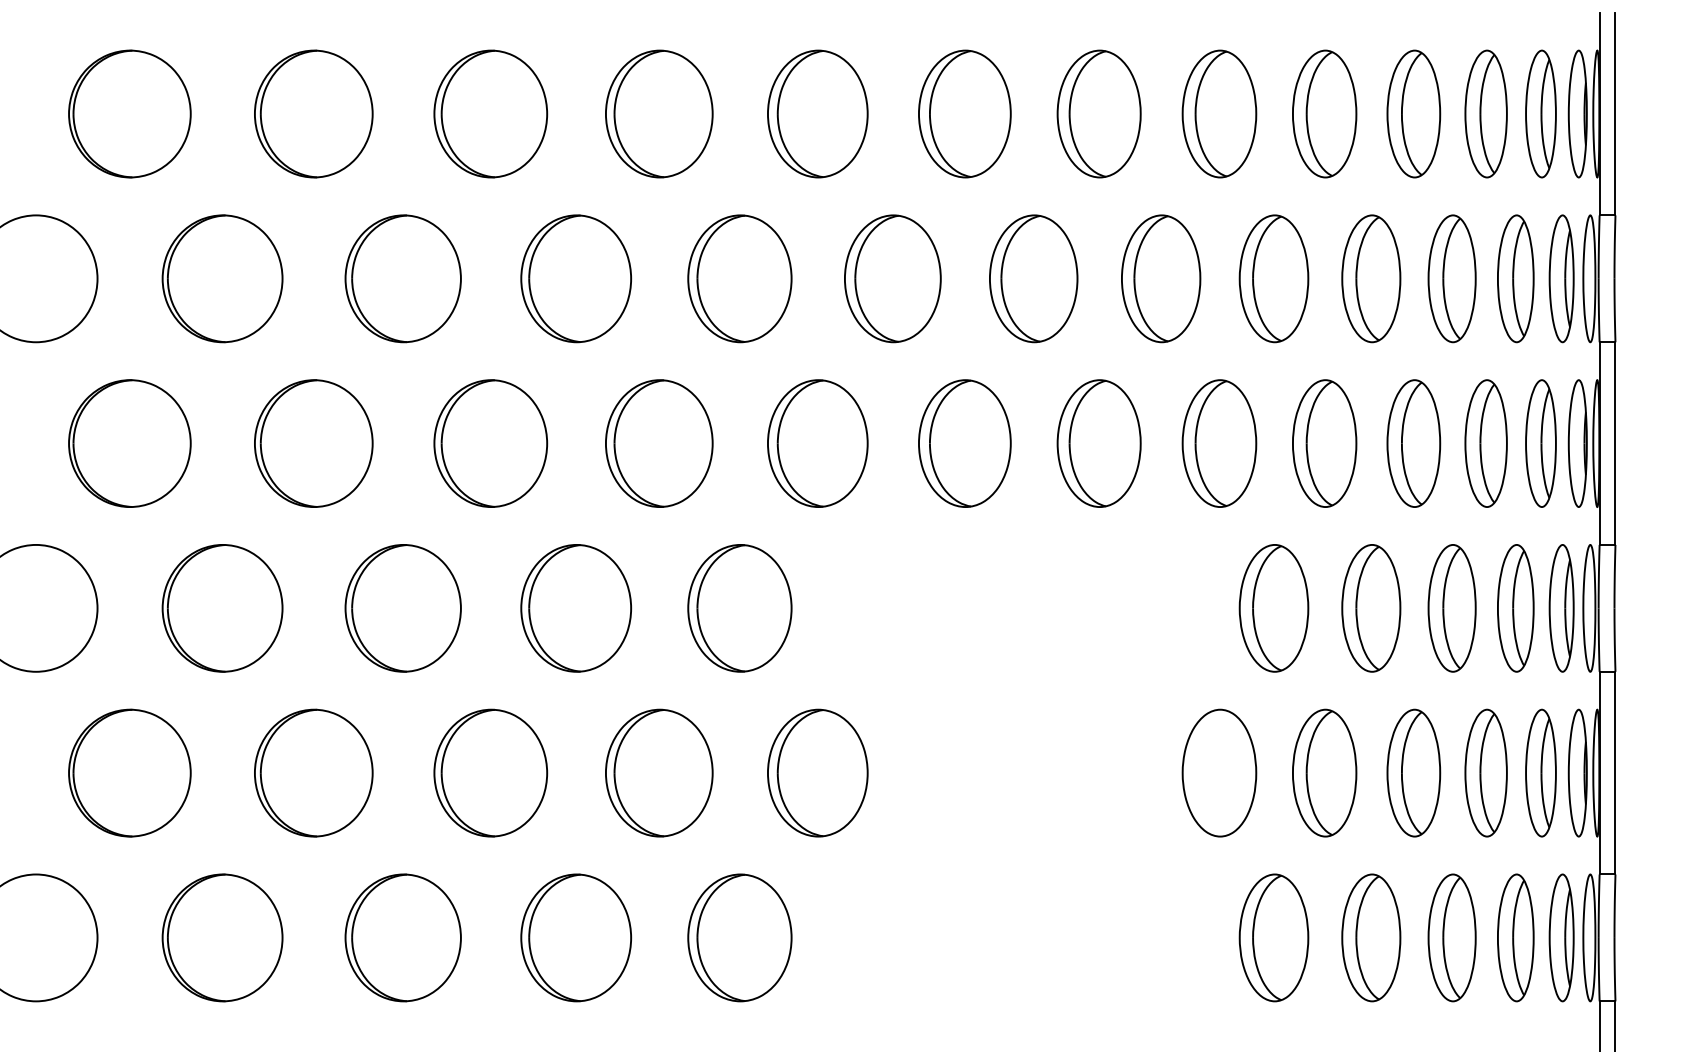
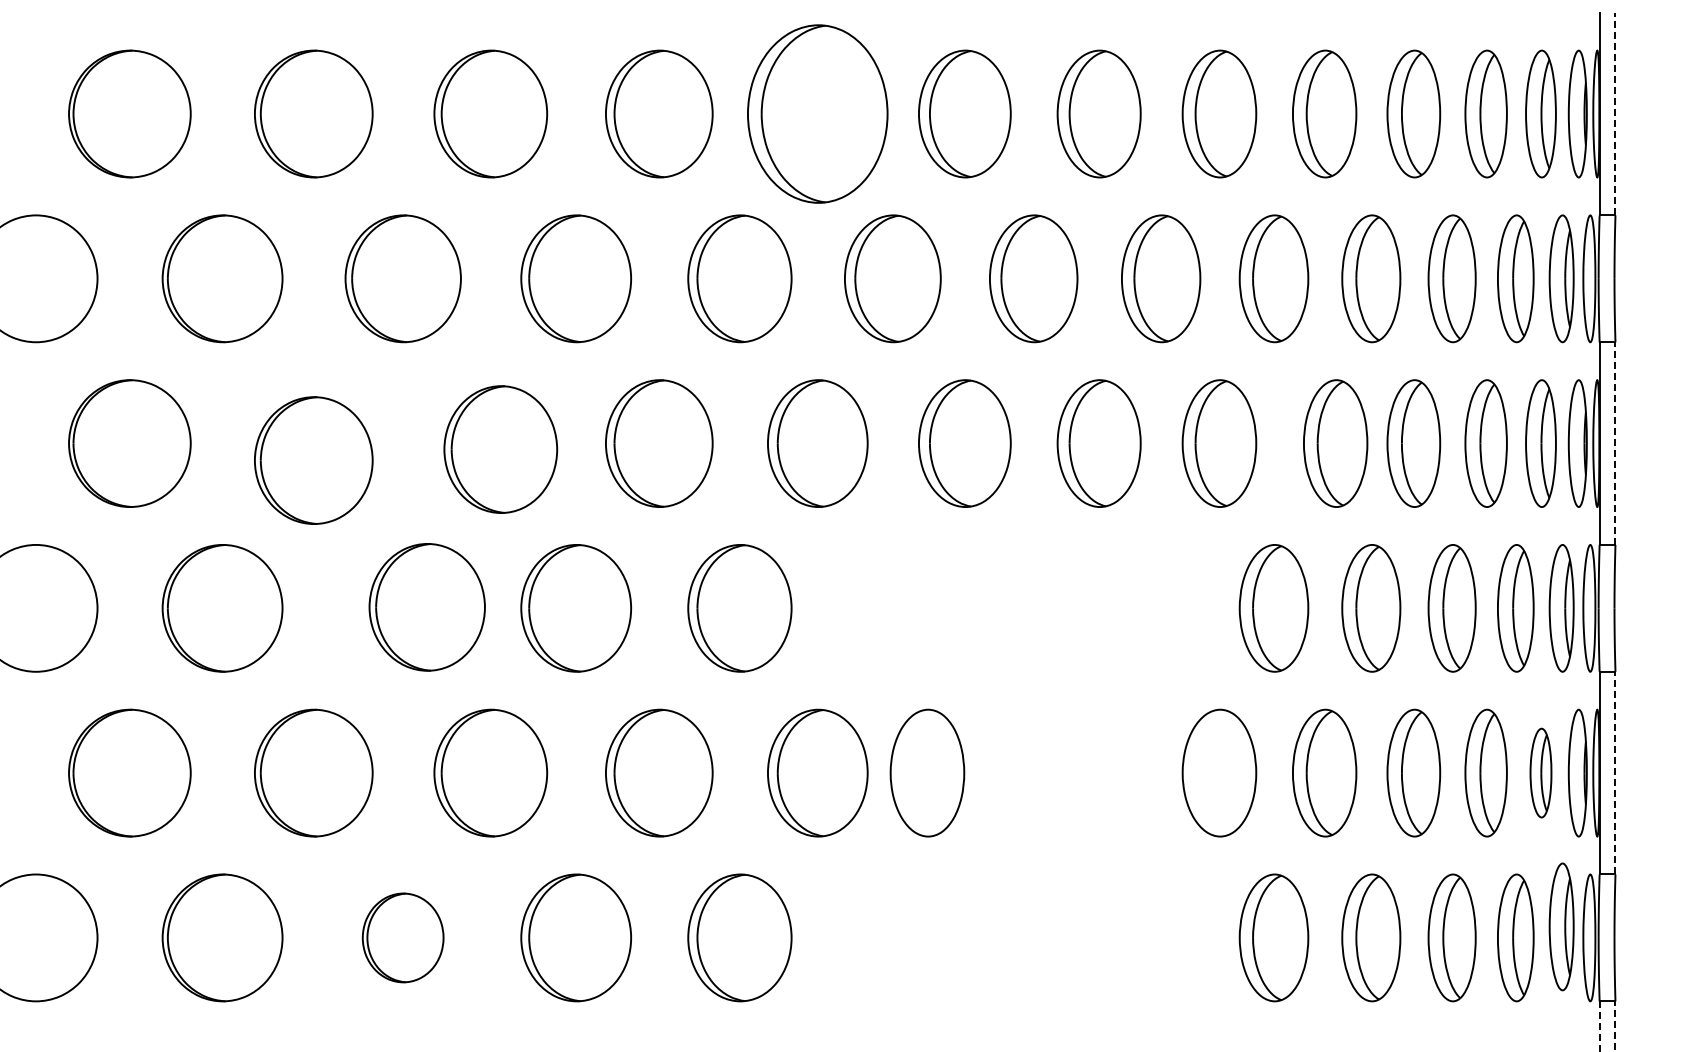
part at (817, 113) size: 102x130 px -> 142x180 px
line at (1615, 113): solid -> dashed
part at (313, 443) position: (313, 443) -> (313, 460)
part at (490, 443) position: (490, 443) -> (500, 449)
part at (1324, 443) position: (1324, 443) -> (1335, 443)
line at (1615, 443): solid -> dashed
part at (402, 608) position: (402, 608) -> (426, 607)
part at (927, 772): none -> present
part at (1540, 772) size: 32x130 px -> 24x92 px
line at (1615, 772): solid -> dashed
part at (402, 937) size: 118x130 px -> 84x92 px
part at (1561, 937) position: (1561, 937) -> (1561, 926)
line at (1599, 1026): solid -> dashed
line at (1615, 1026): solid -> dashed
